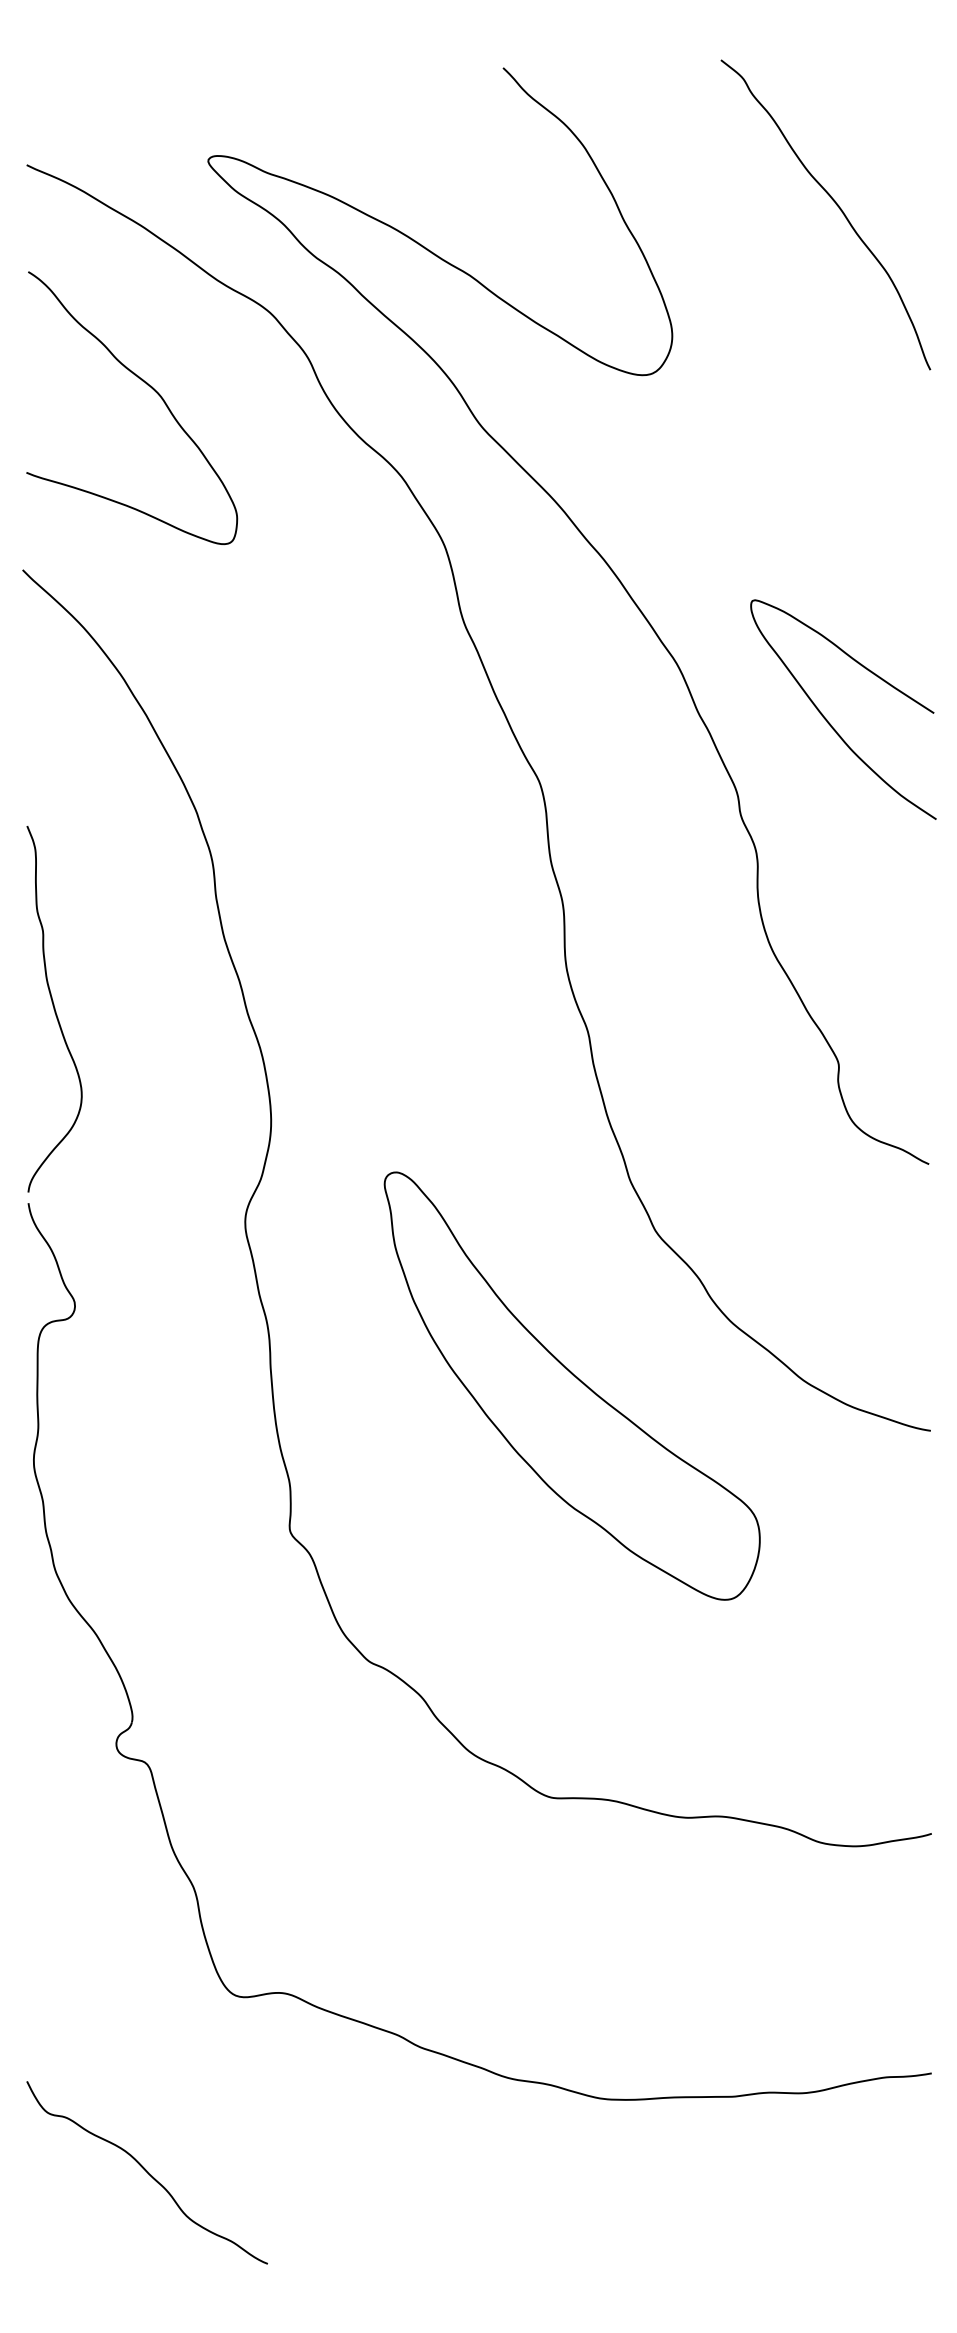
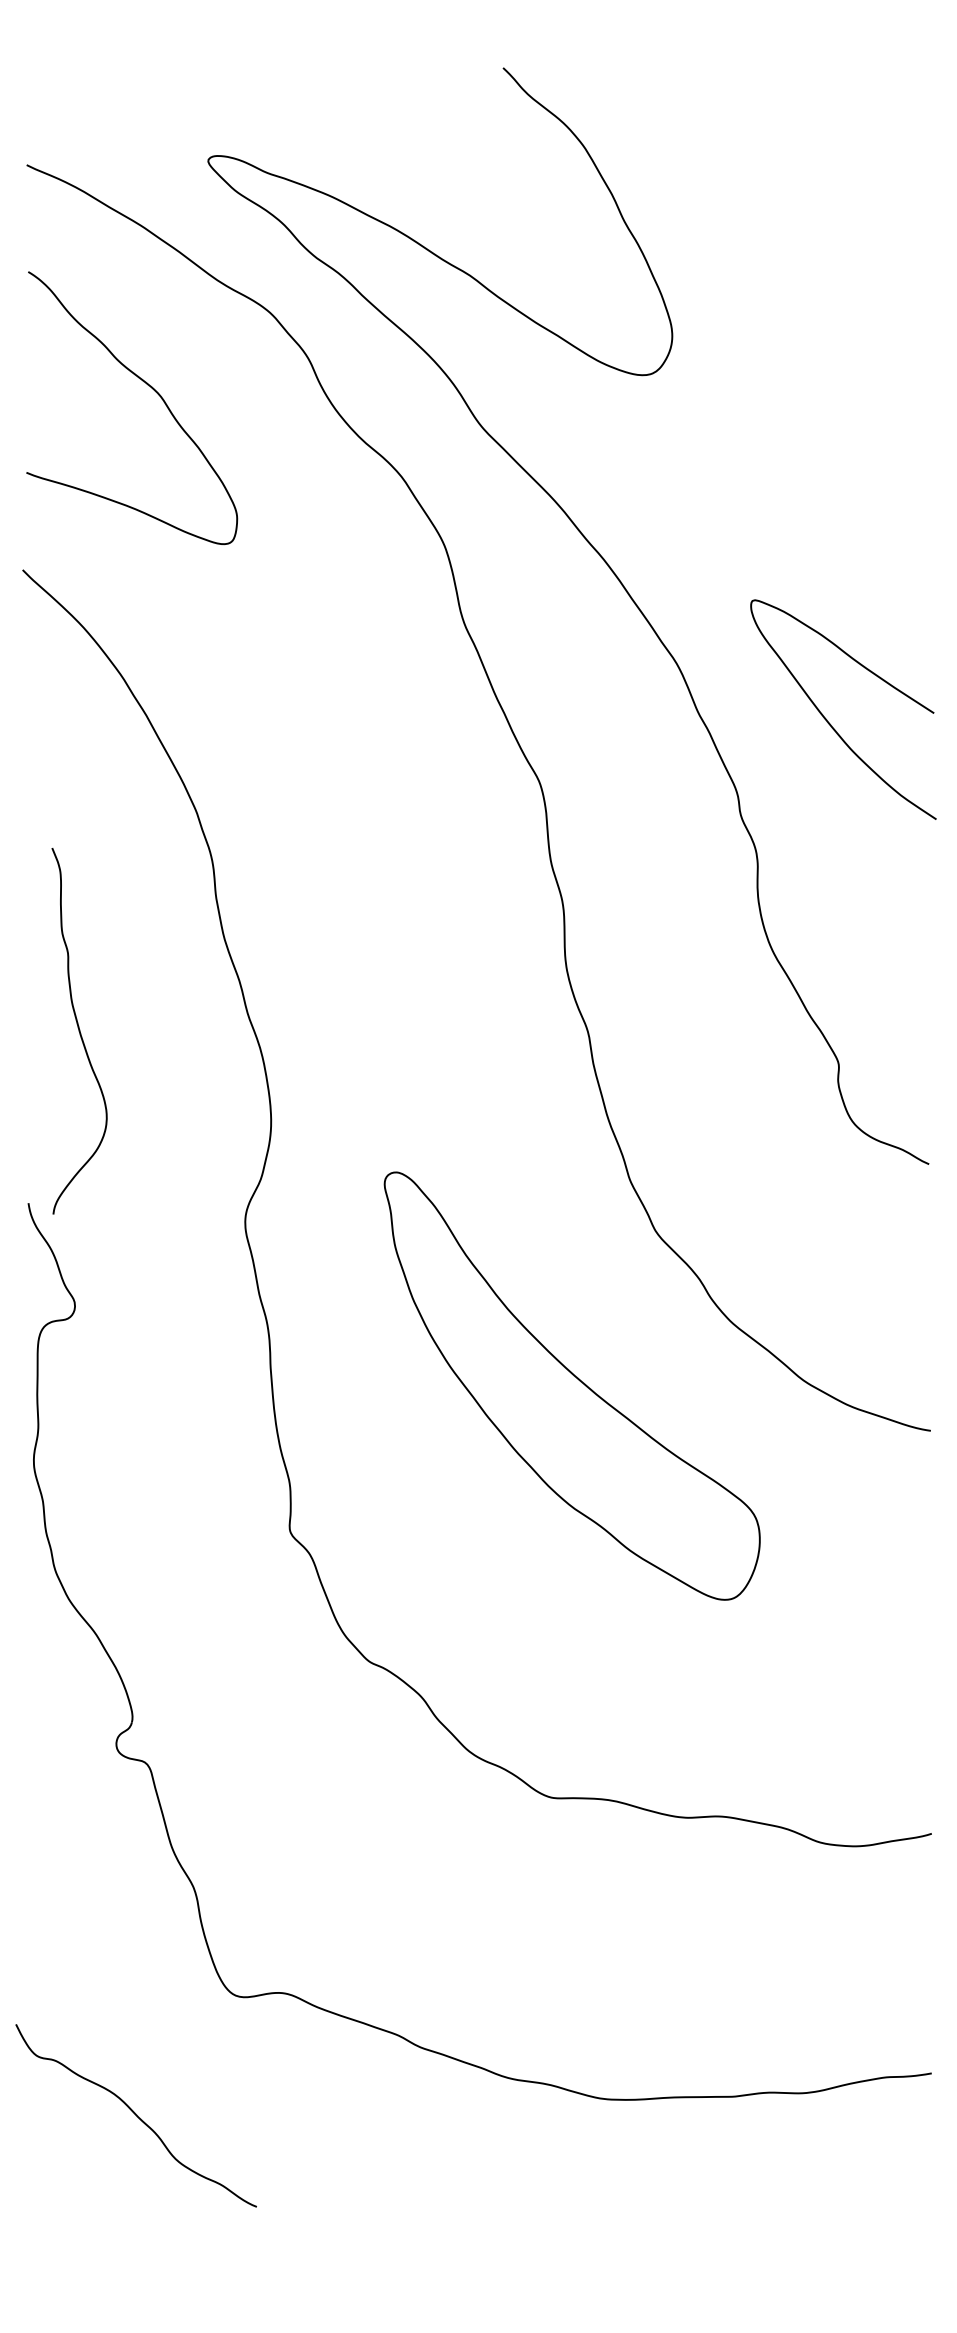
curve at (835, 204): present -> none
curve at (54, 1009) position: (54, 1009) -> (79, 1031)
curve at (146, 2172) position: (146, 2172) -> (135, 2115)
